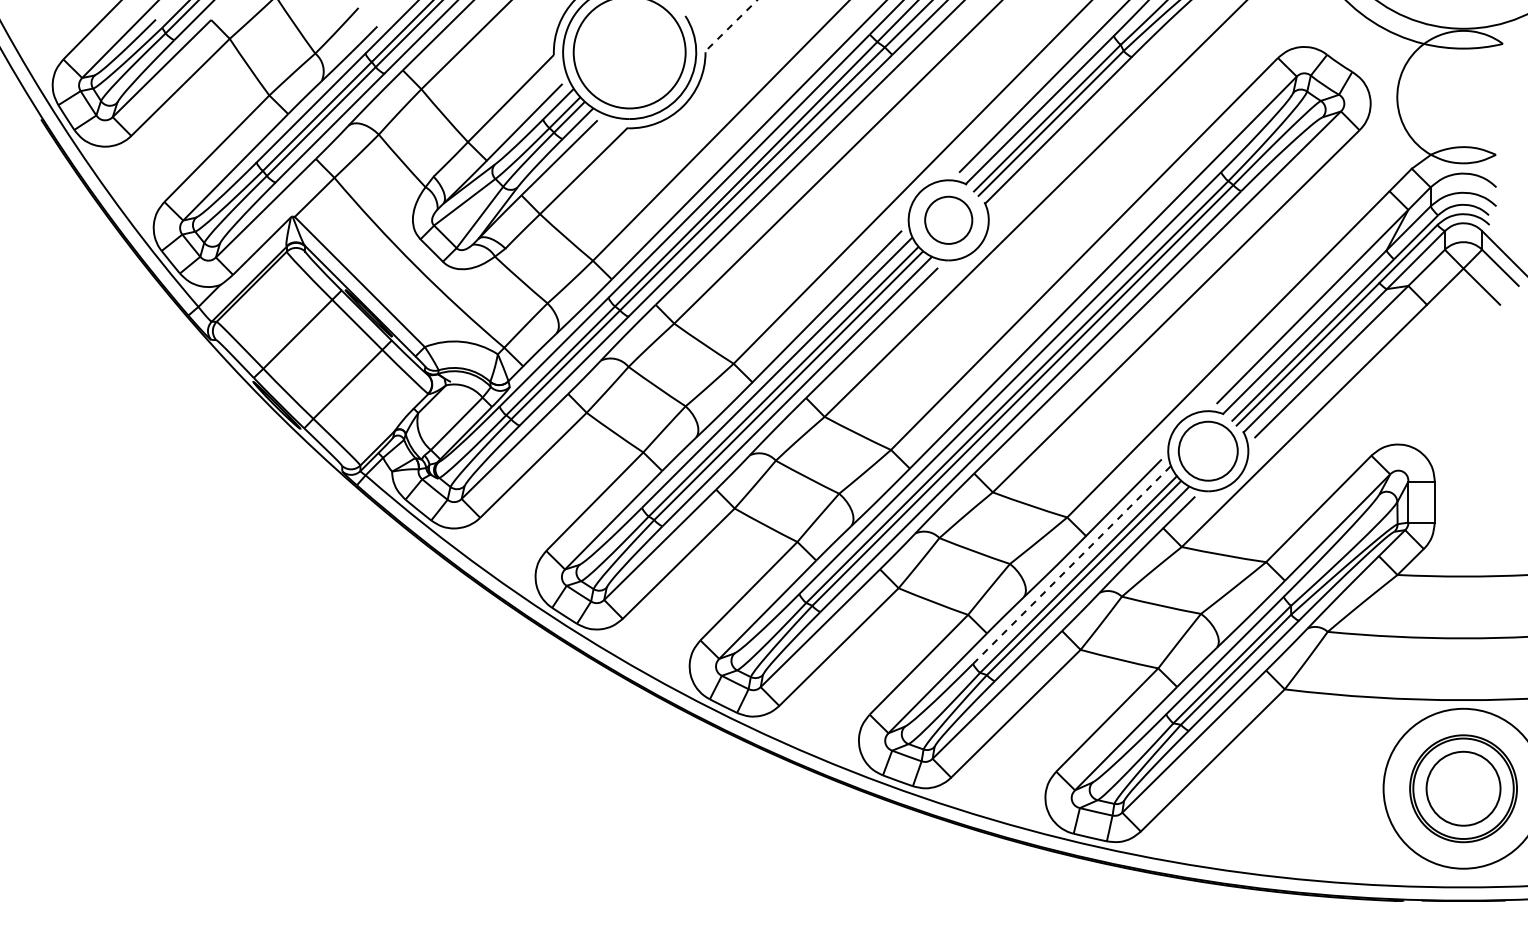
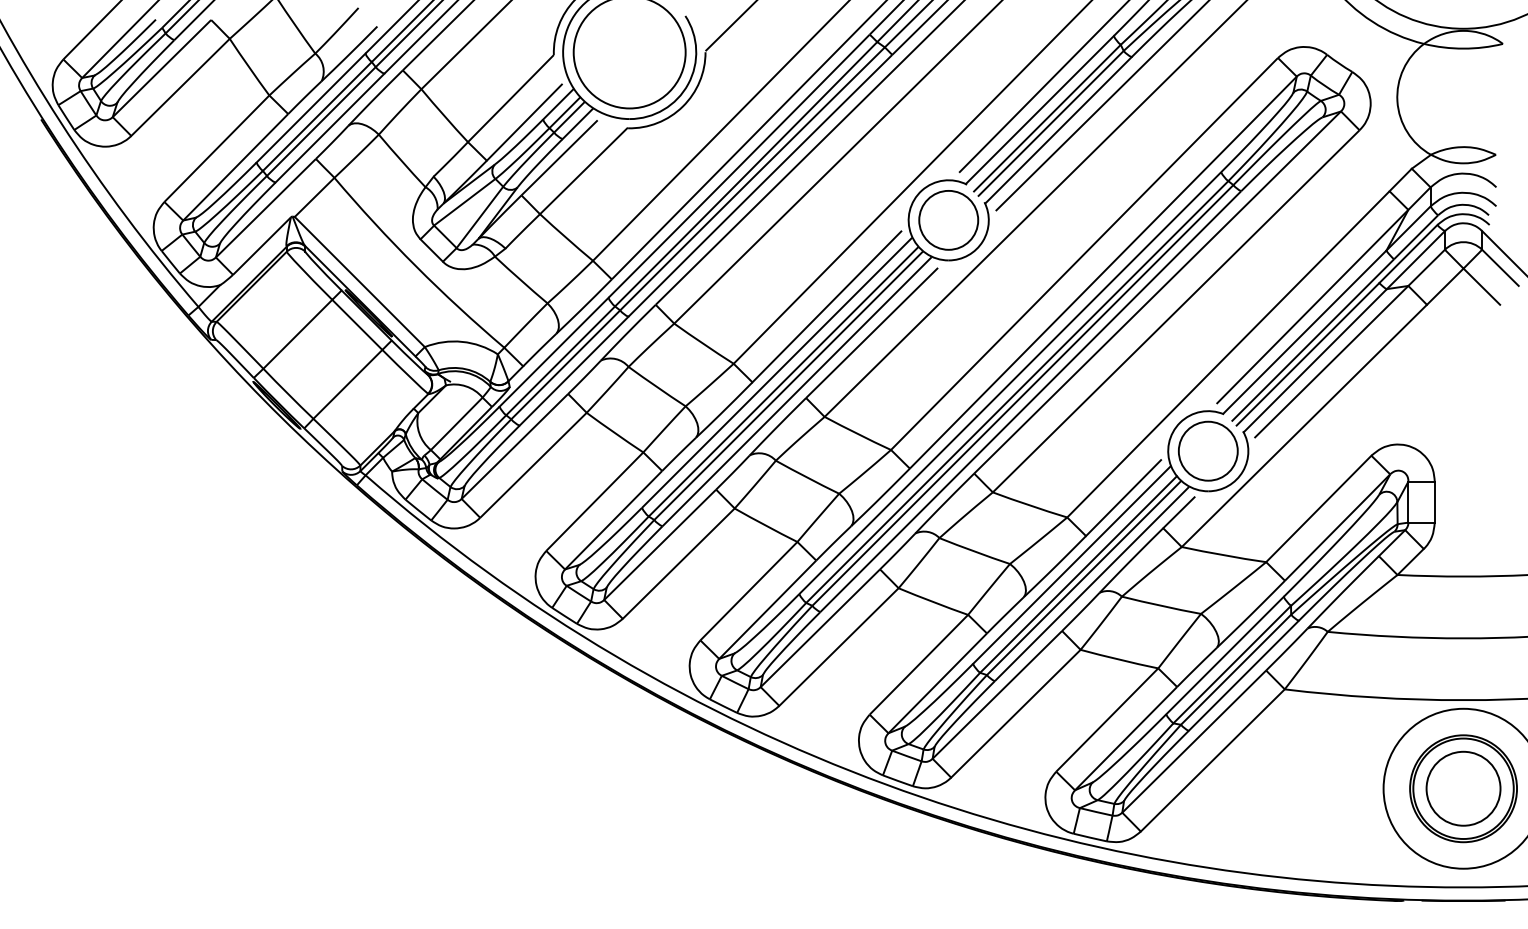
line at (731, 25): dashed -> solid
line at (1101, 106): none -> present
circle at (948, 219) diameter: 47 px -> 59 px
line at (1071, 565): dashed -> solid
